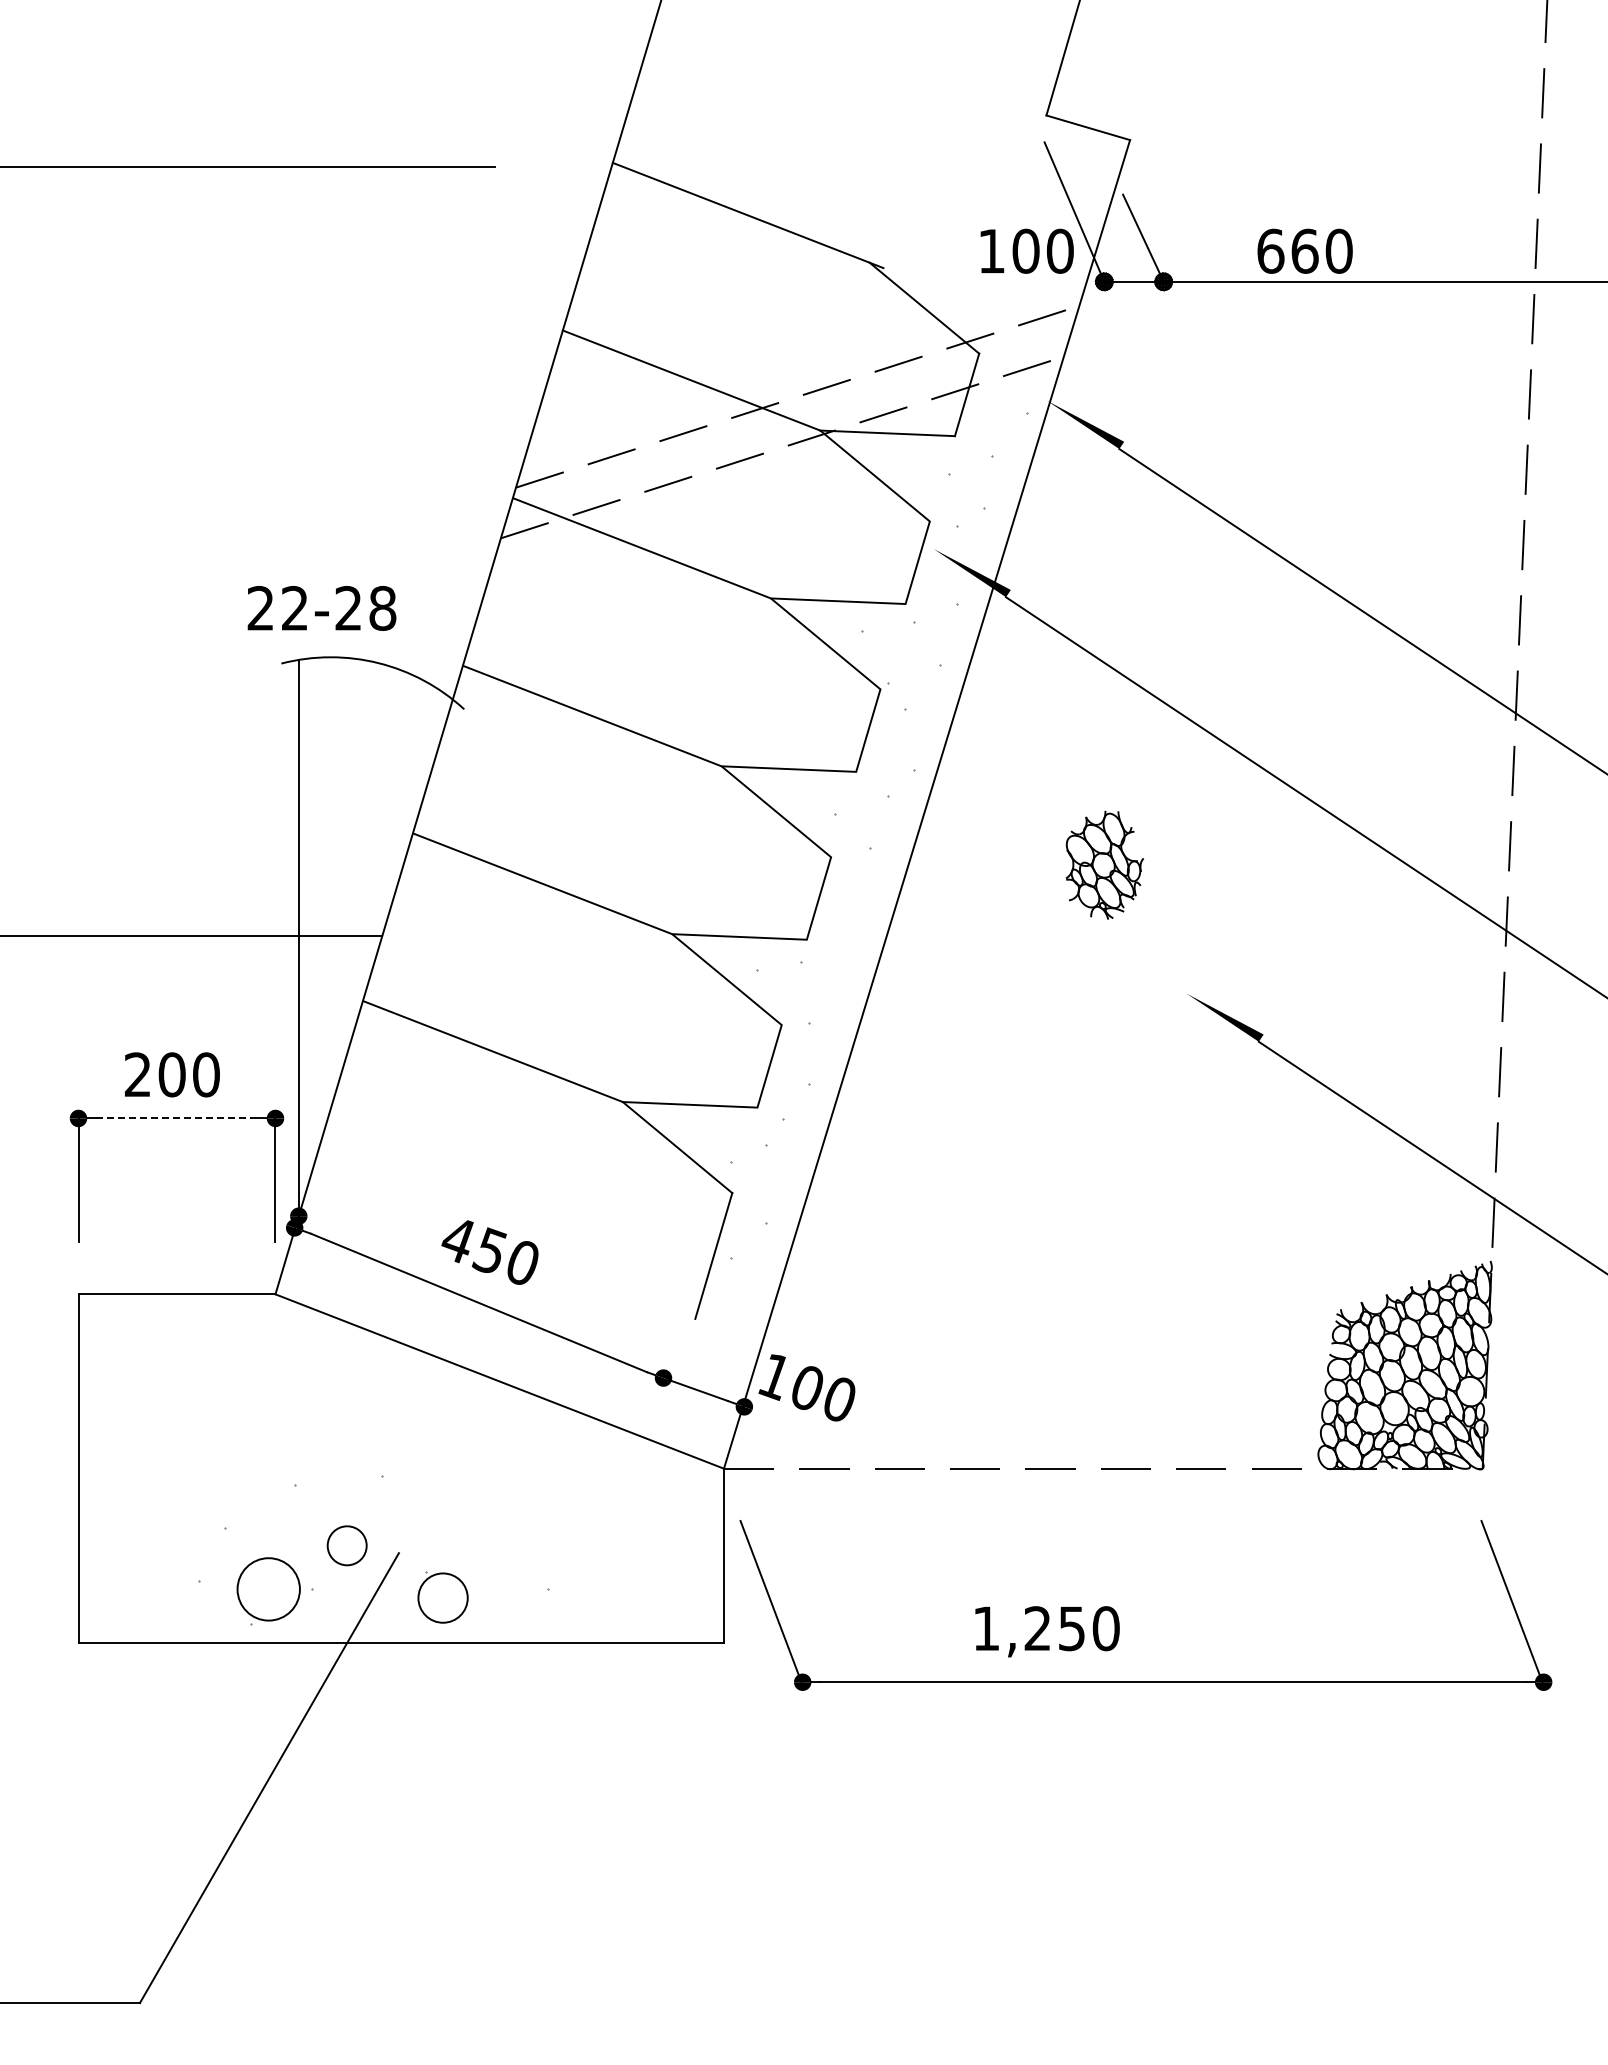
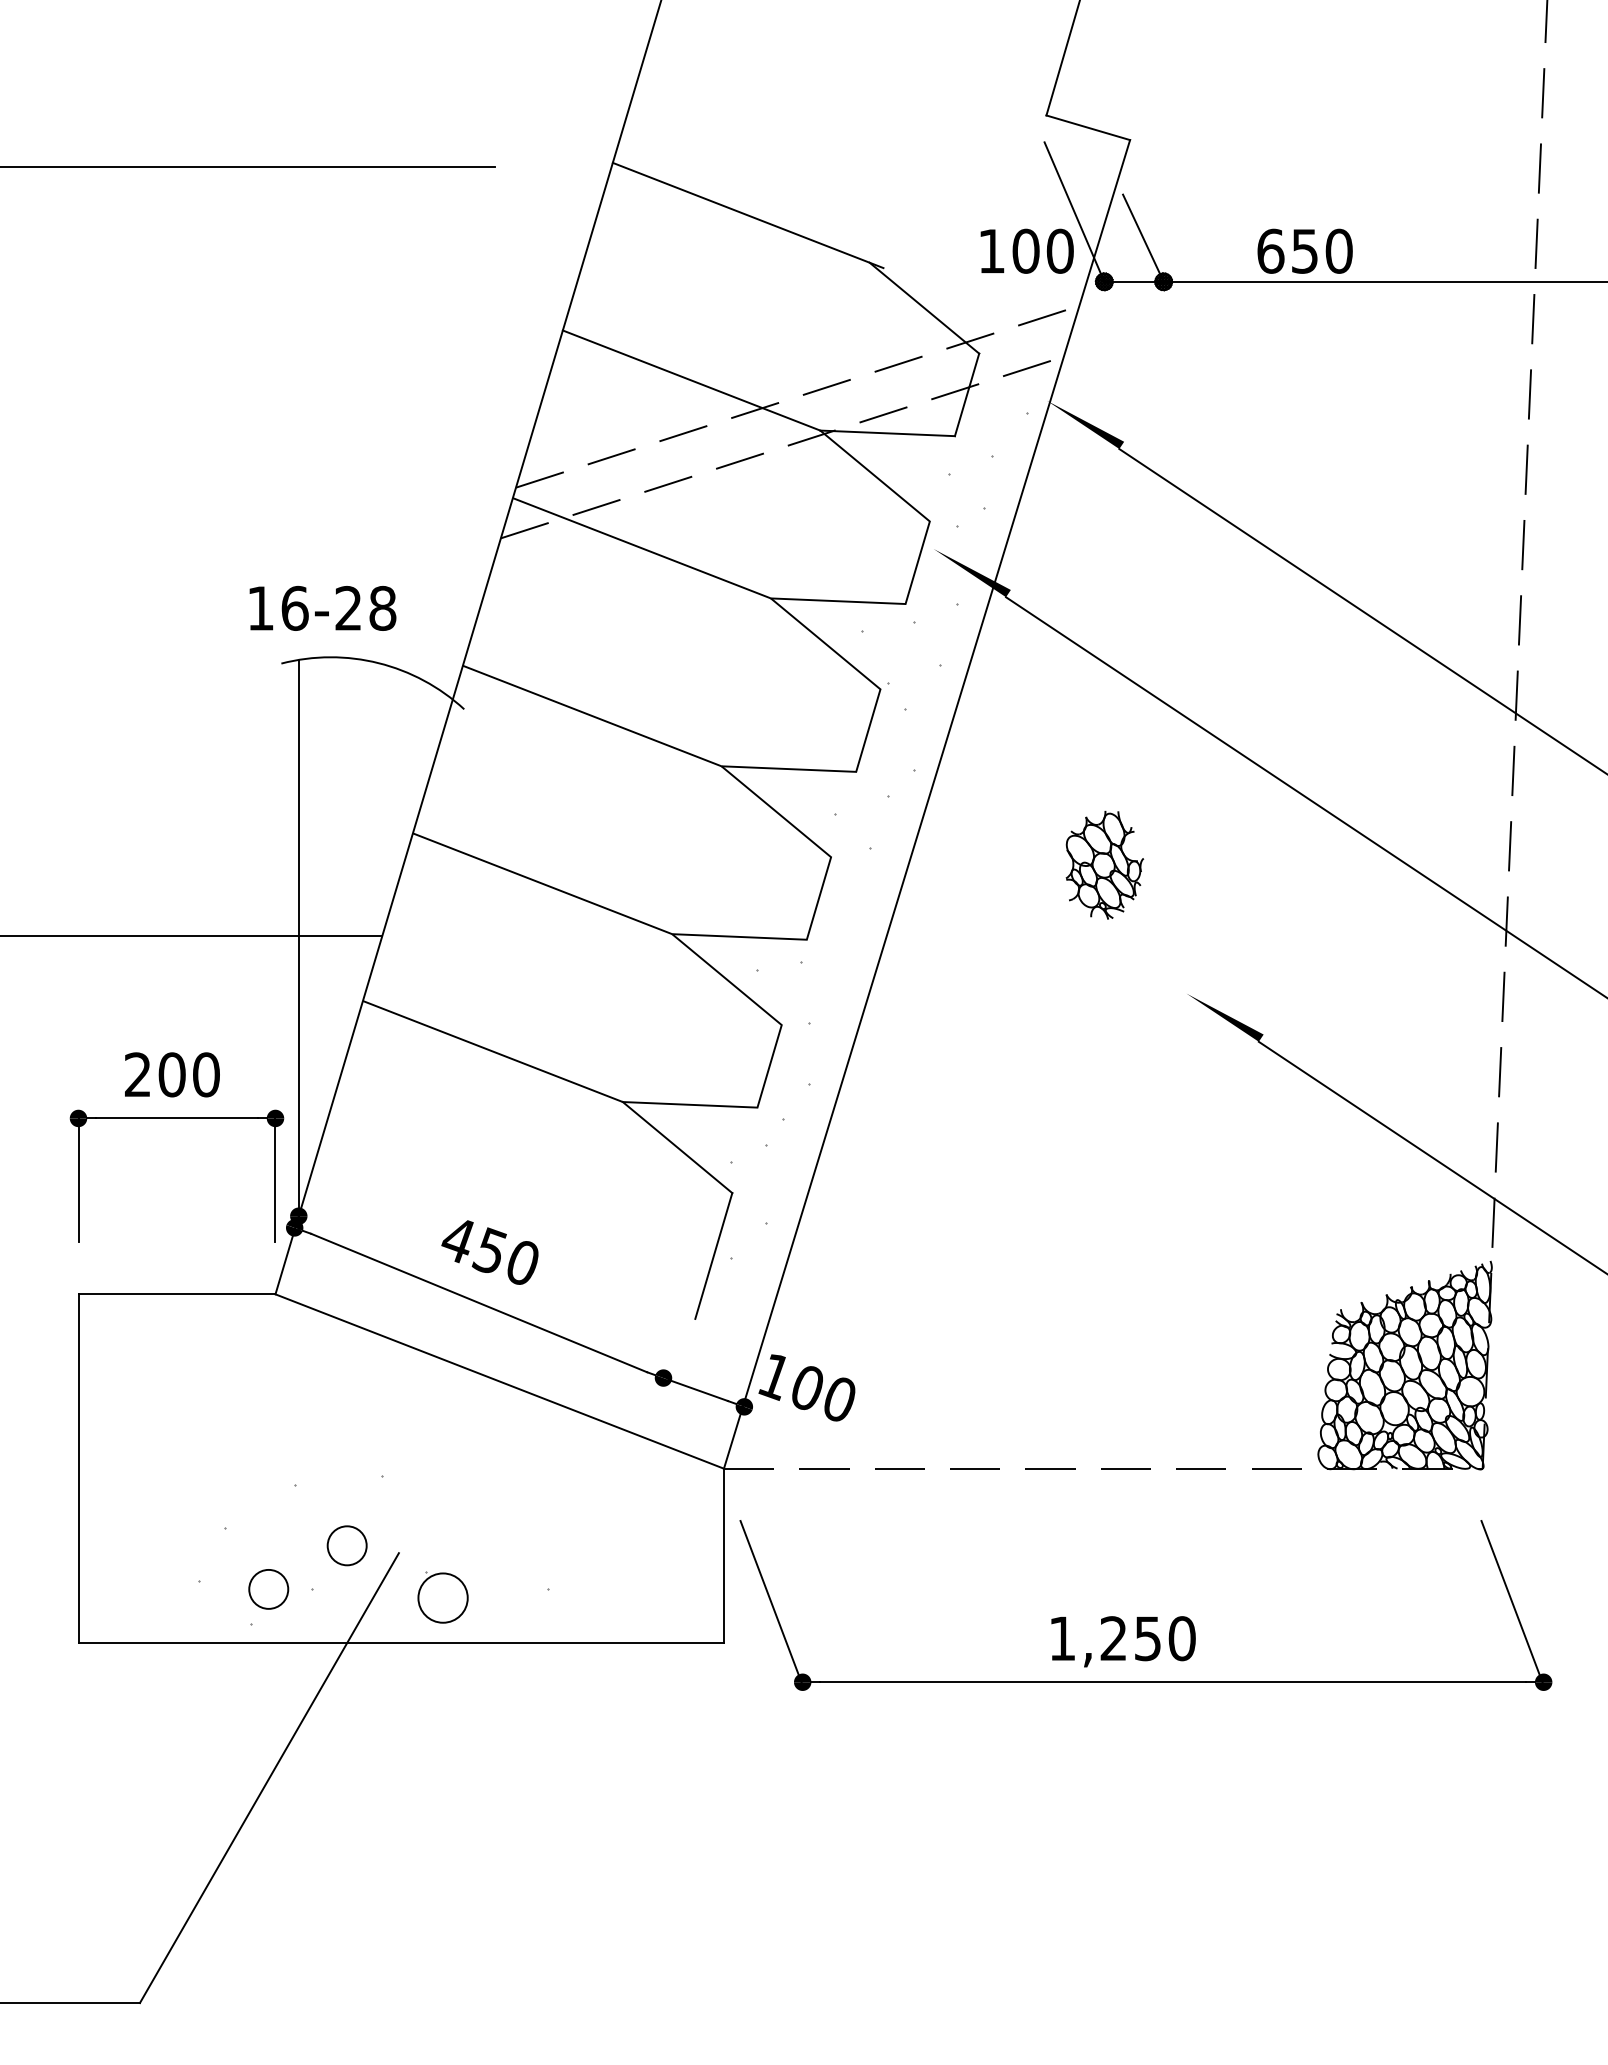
text at (1304, 250): 660 -> 650
text at (277, 607): 22-28 -> 16-28
line at (177, 1118): dashed -> solid
circle at (268, 1589) diameter: 62 px -> 39 px
text at (1047, 1631) position: (1047, 1631) -> (1123, 1641)
